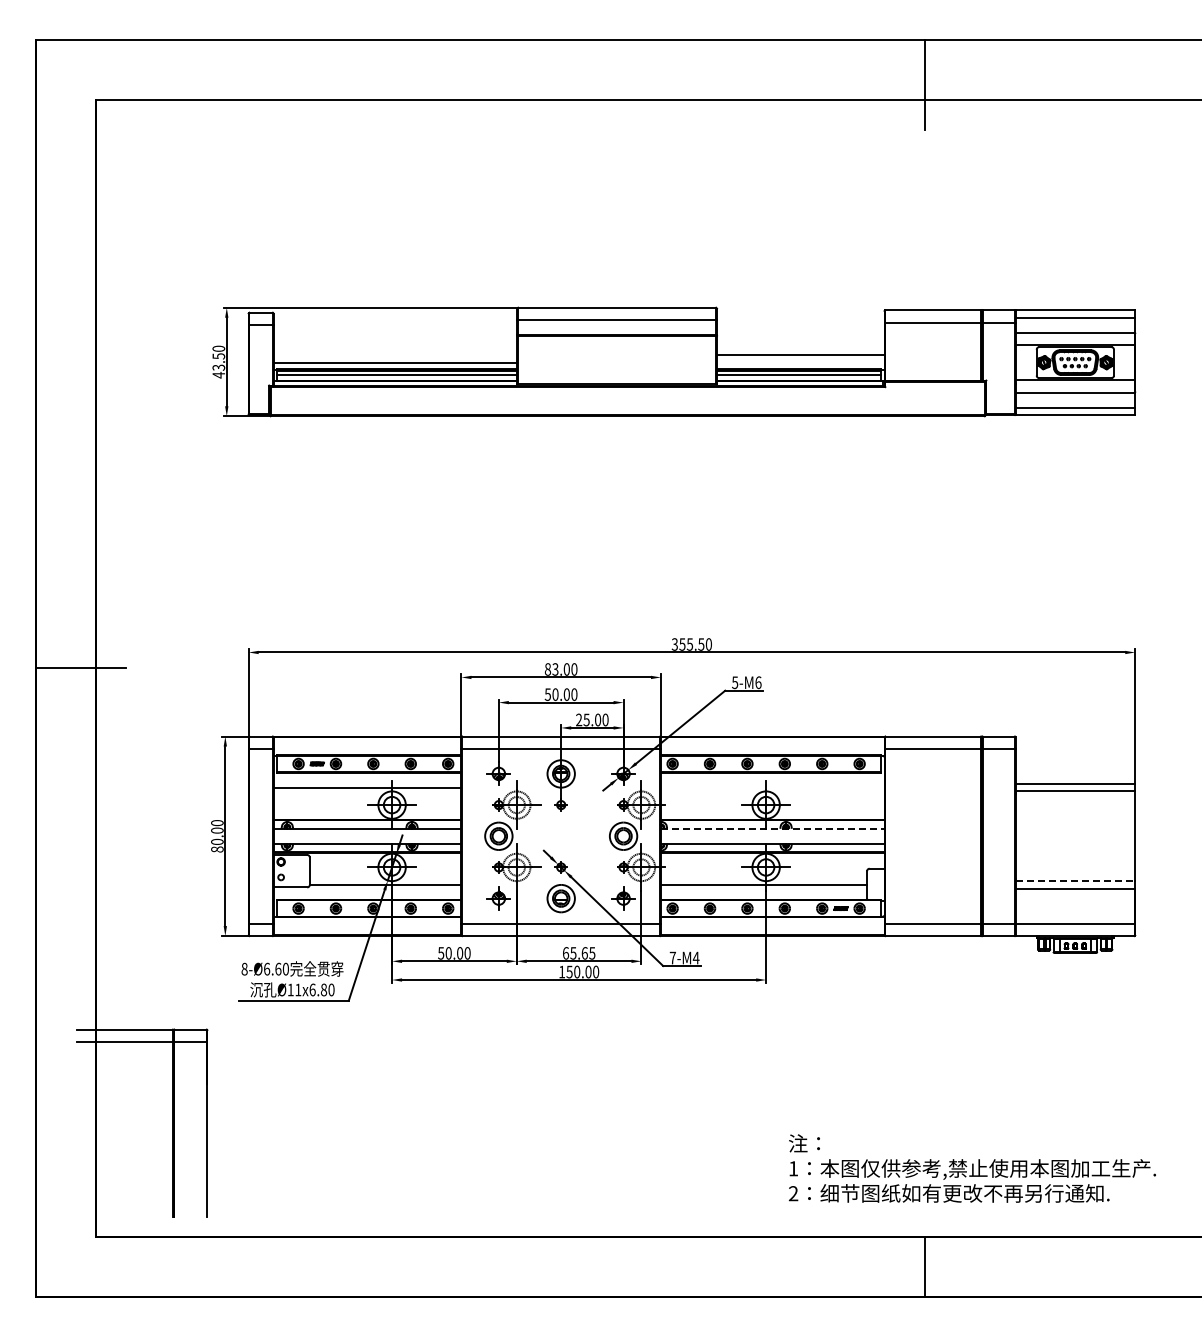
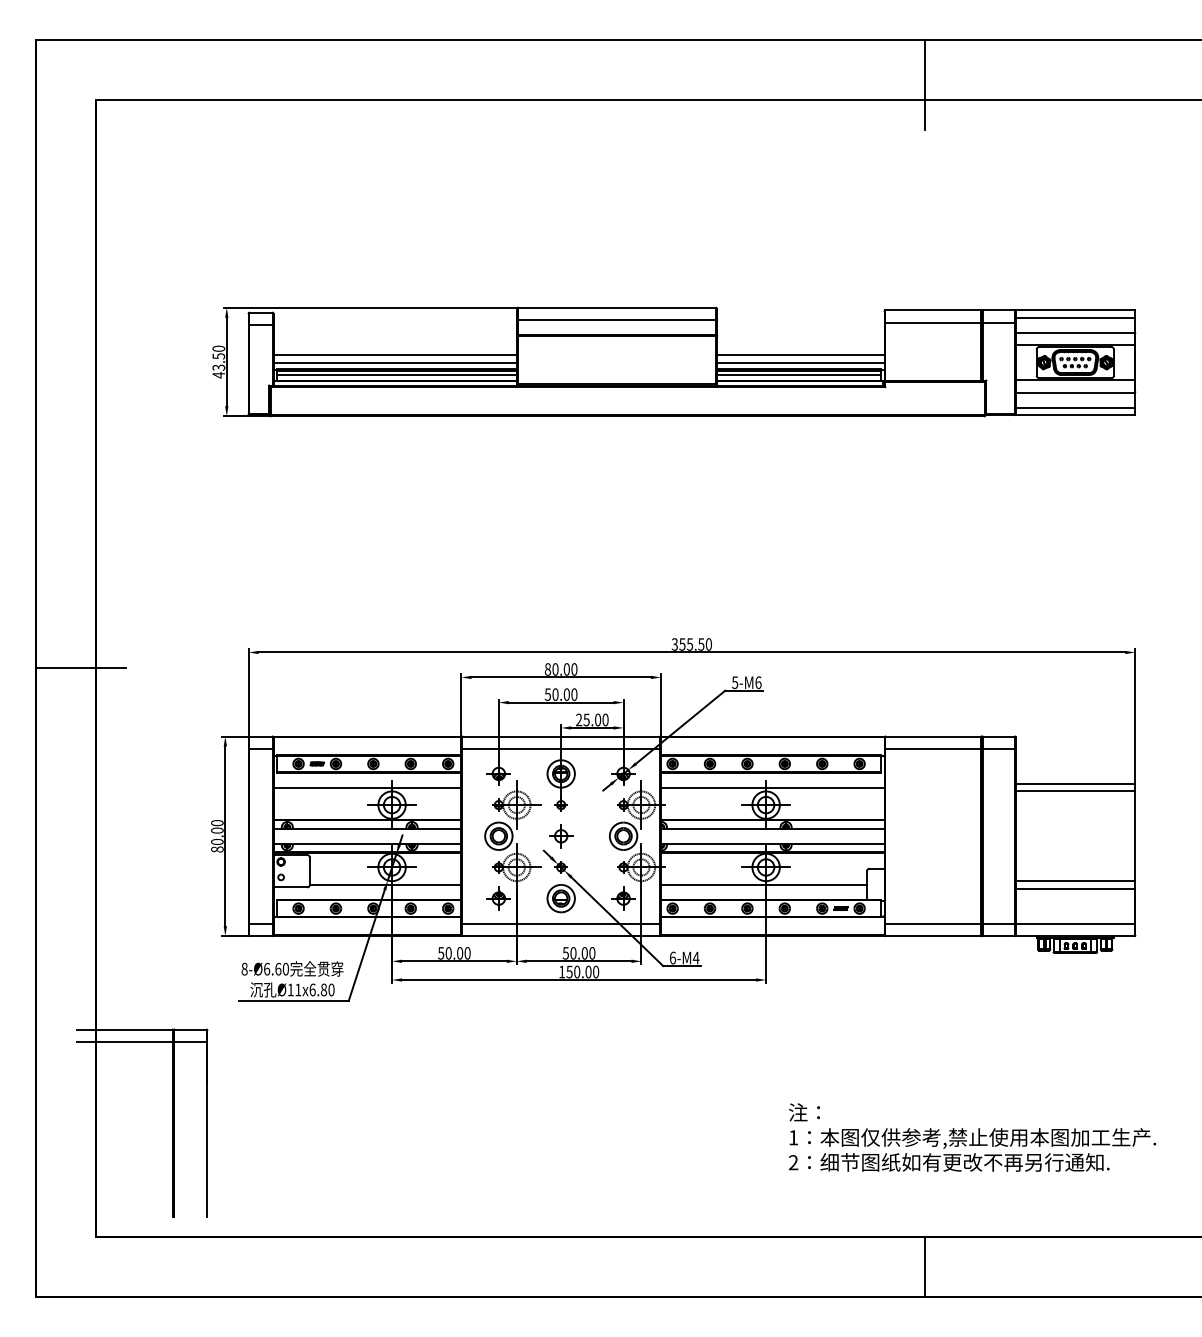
line at (395, 355): none -> present
line at (800, 362): none -> present
text at (555, 669): 83.00 -> 80.00
line at (772, 787): none -> present
line at (772, 828): dashed -> solid
part at (561, 836): none -> present
line at (1075, 881): dashed -> solid
text at (578, 953): 65.65 -> 50.00
text at (672, 957): 7-M4 -> 6-M4
text at (971, 1168) position: (971, 1168) -> (971, 1137)
